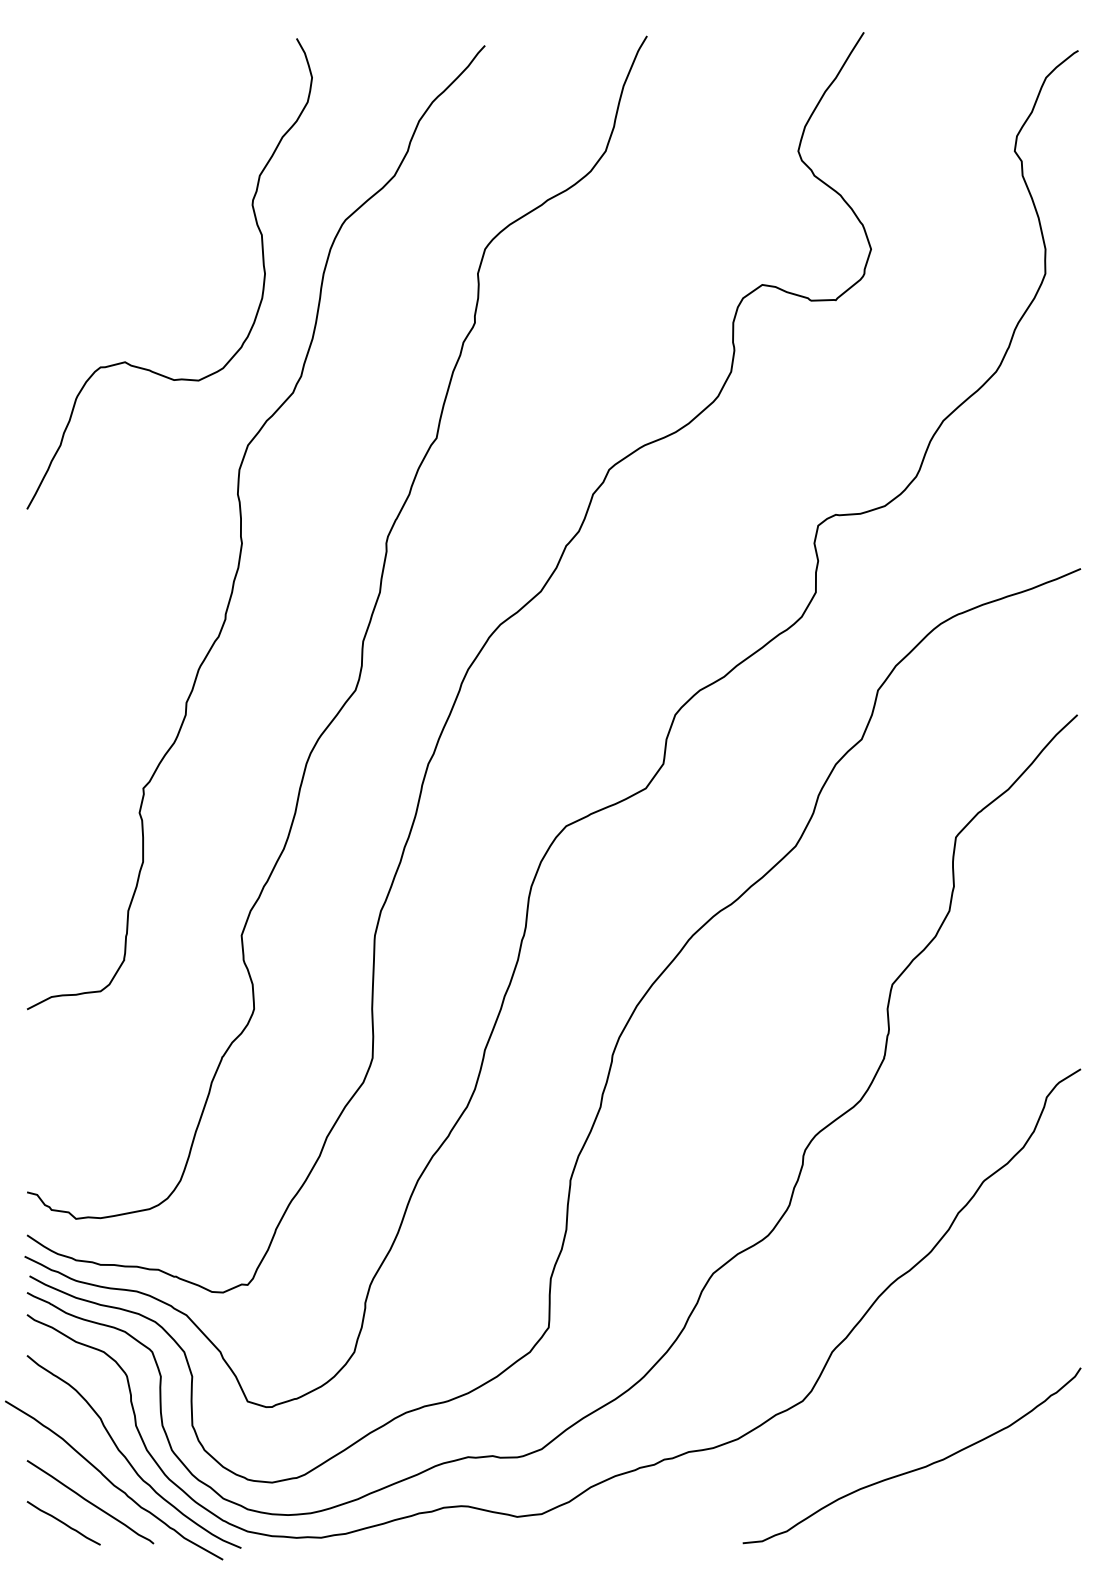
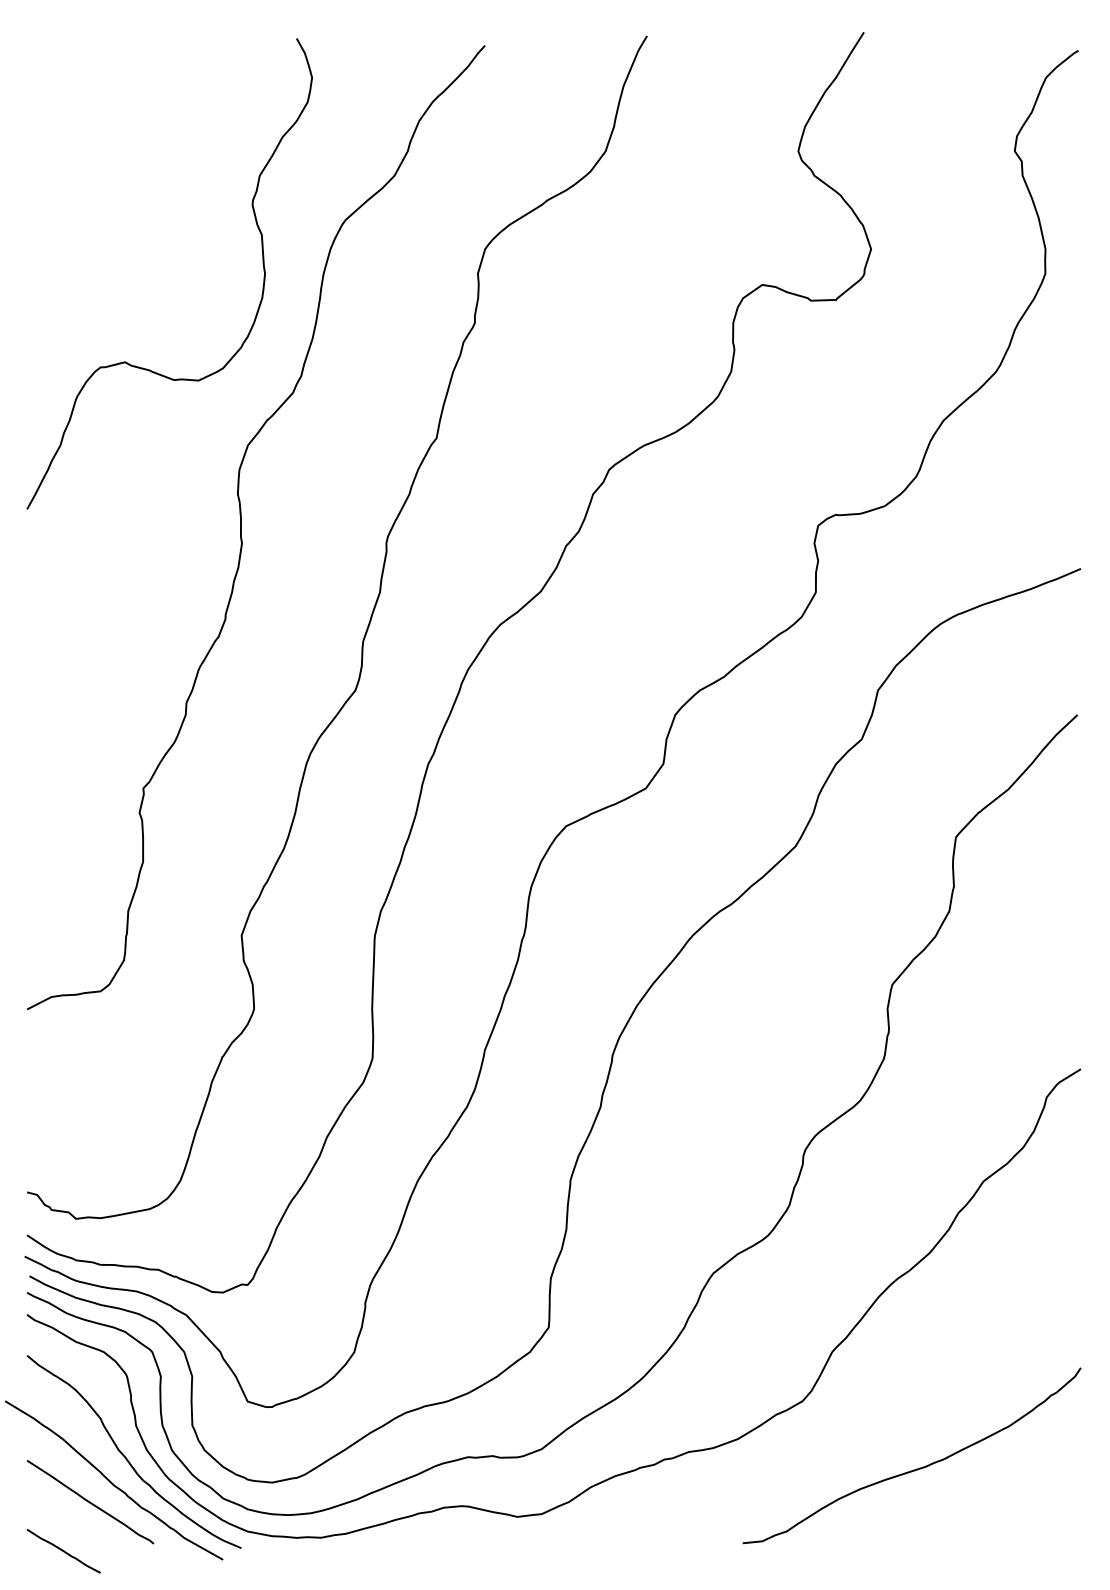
line at (63, 1523) position: (63, 1523) -> (63, 1551)
